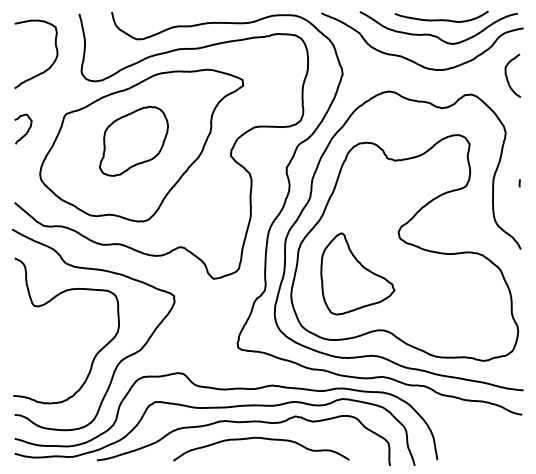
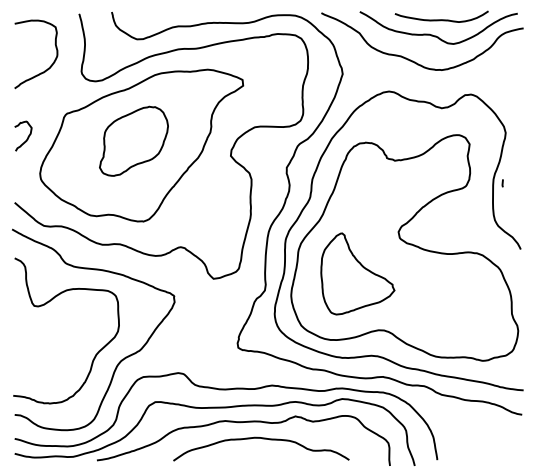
curve at (507, 76): present -> none
curve at (27, 129) position: (27, 129) -> (27, 136)
line at (519, 183) position: (519, 183) -> (502, 183)
